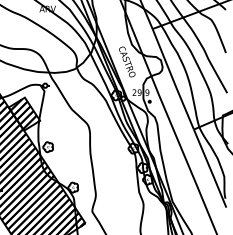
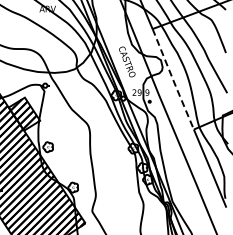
line at (173, 79): solid -> dashed
